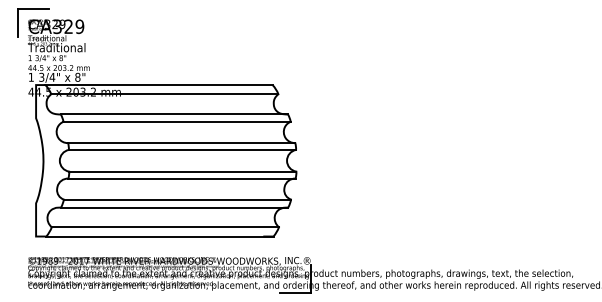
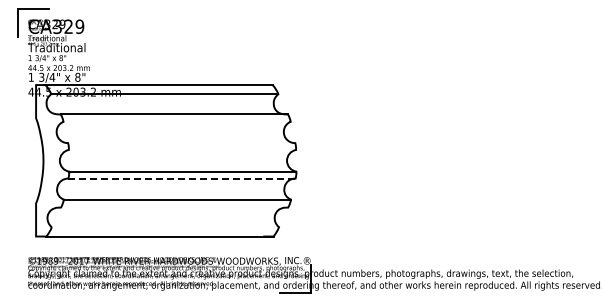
line at (176, 121): present -> none
line at (181, 143): present -> none
line at (182, 149): present -> none
line at (181, 178): solid -> dashed
line at (174, 207): present -> none
line at (165, 227): present -> none
